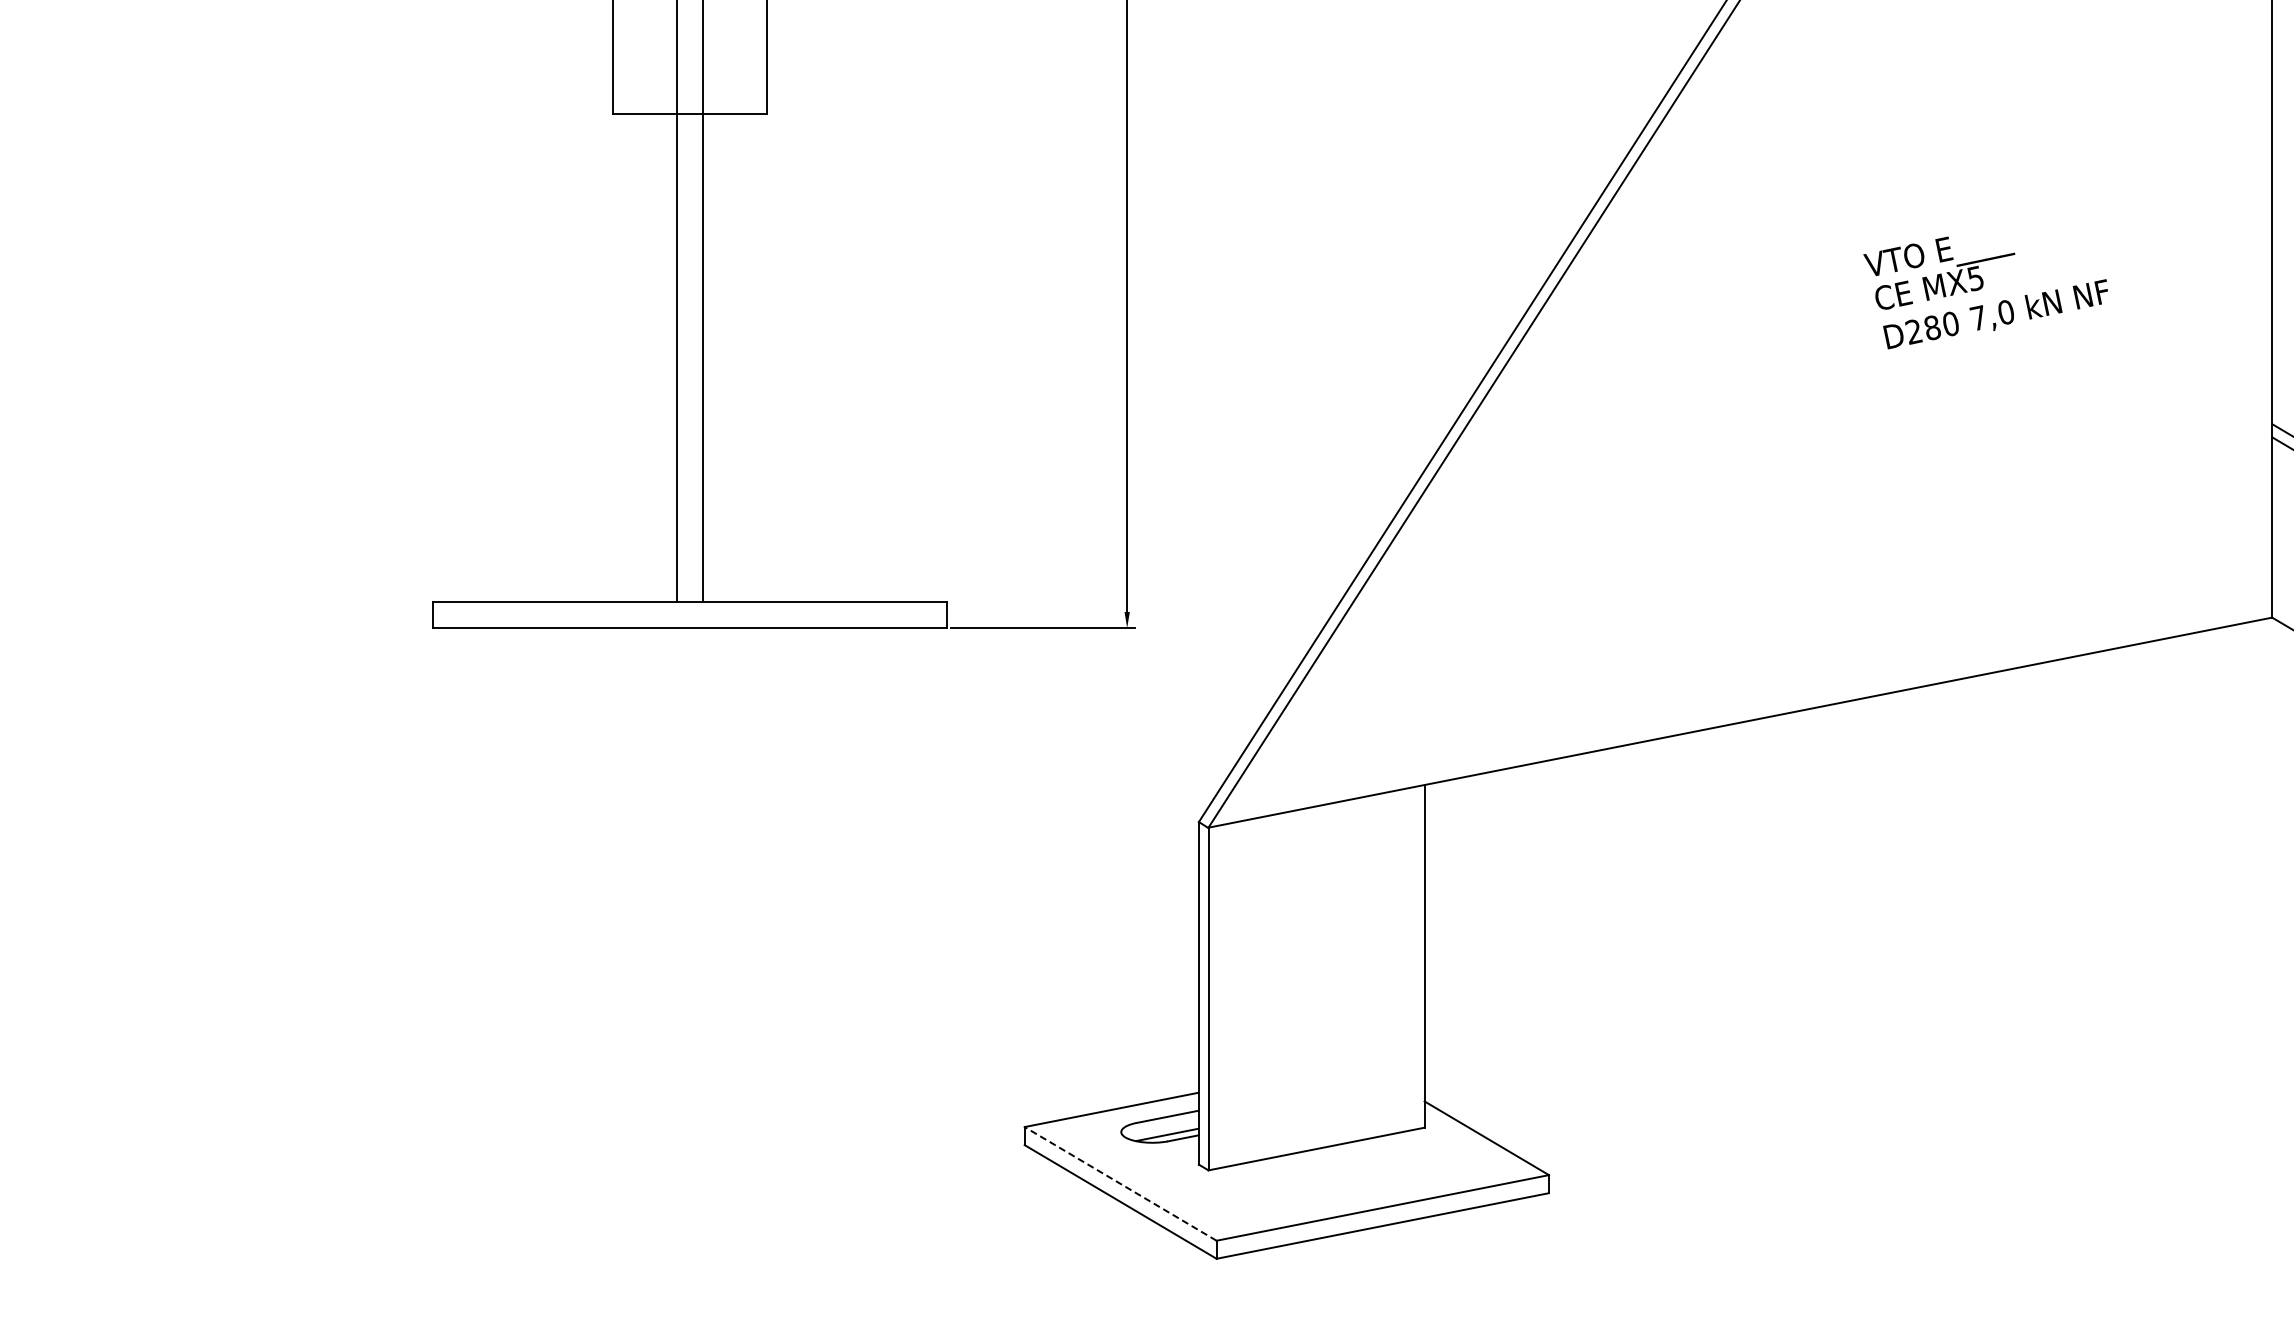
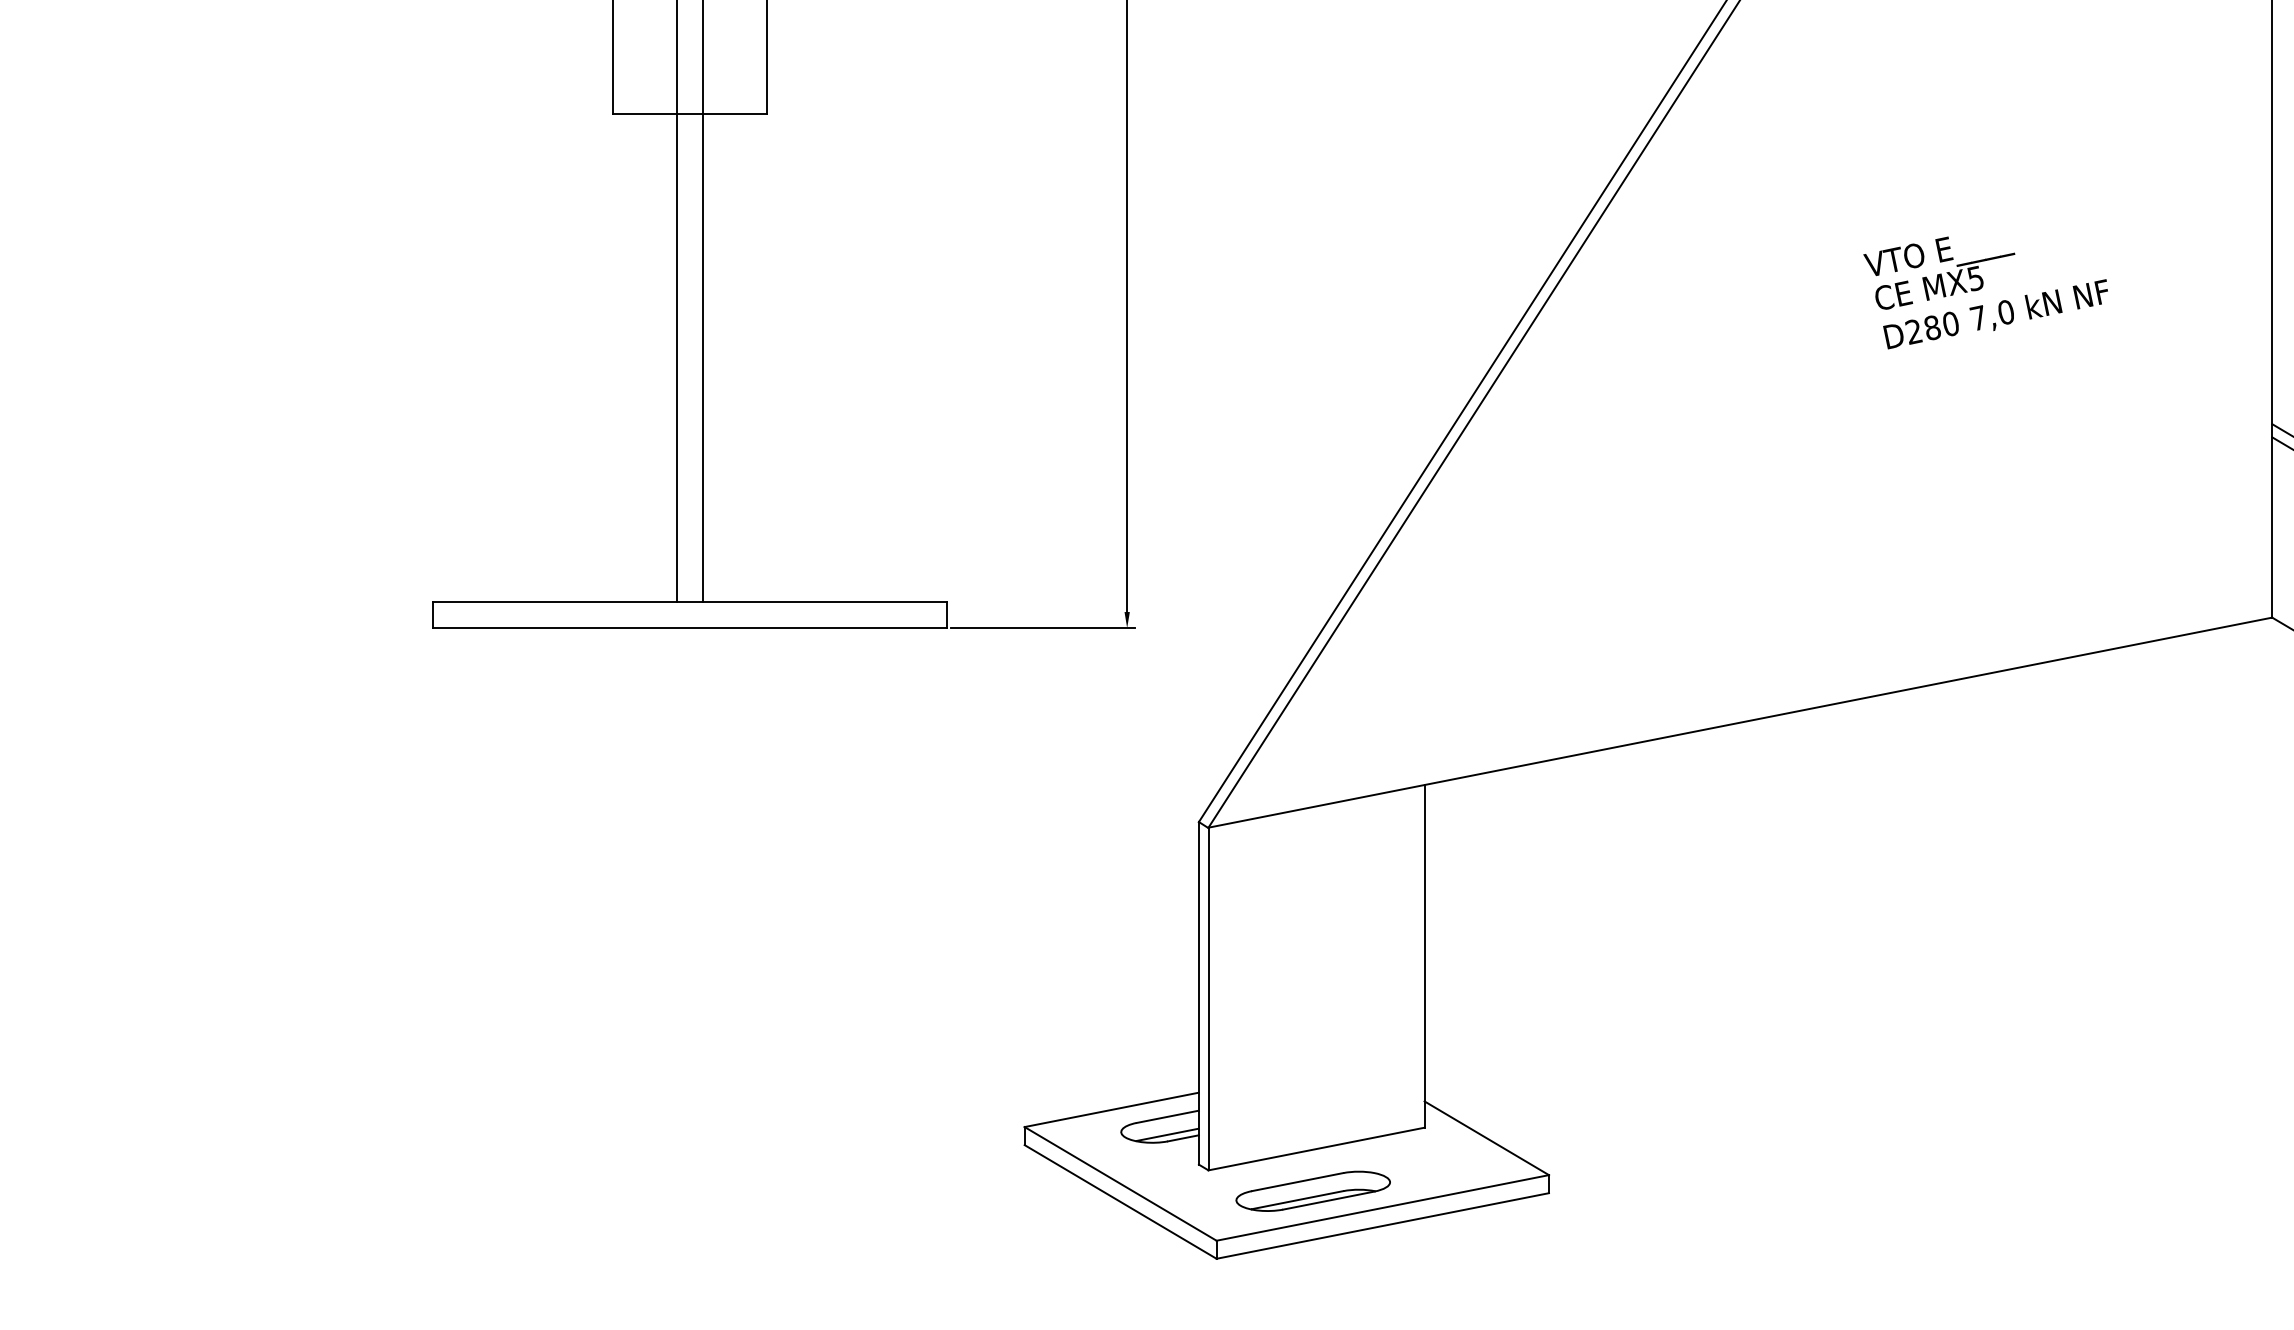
line at (1120, 1183): dashed -> solid
part at (1312, 1190): none -> present
